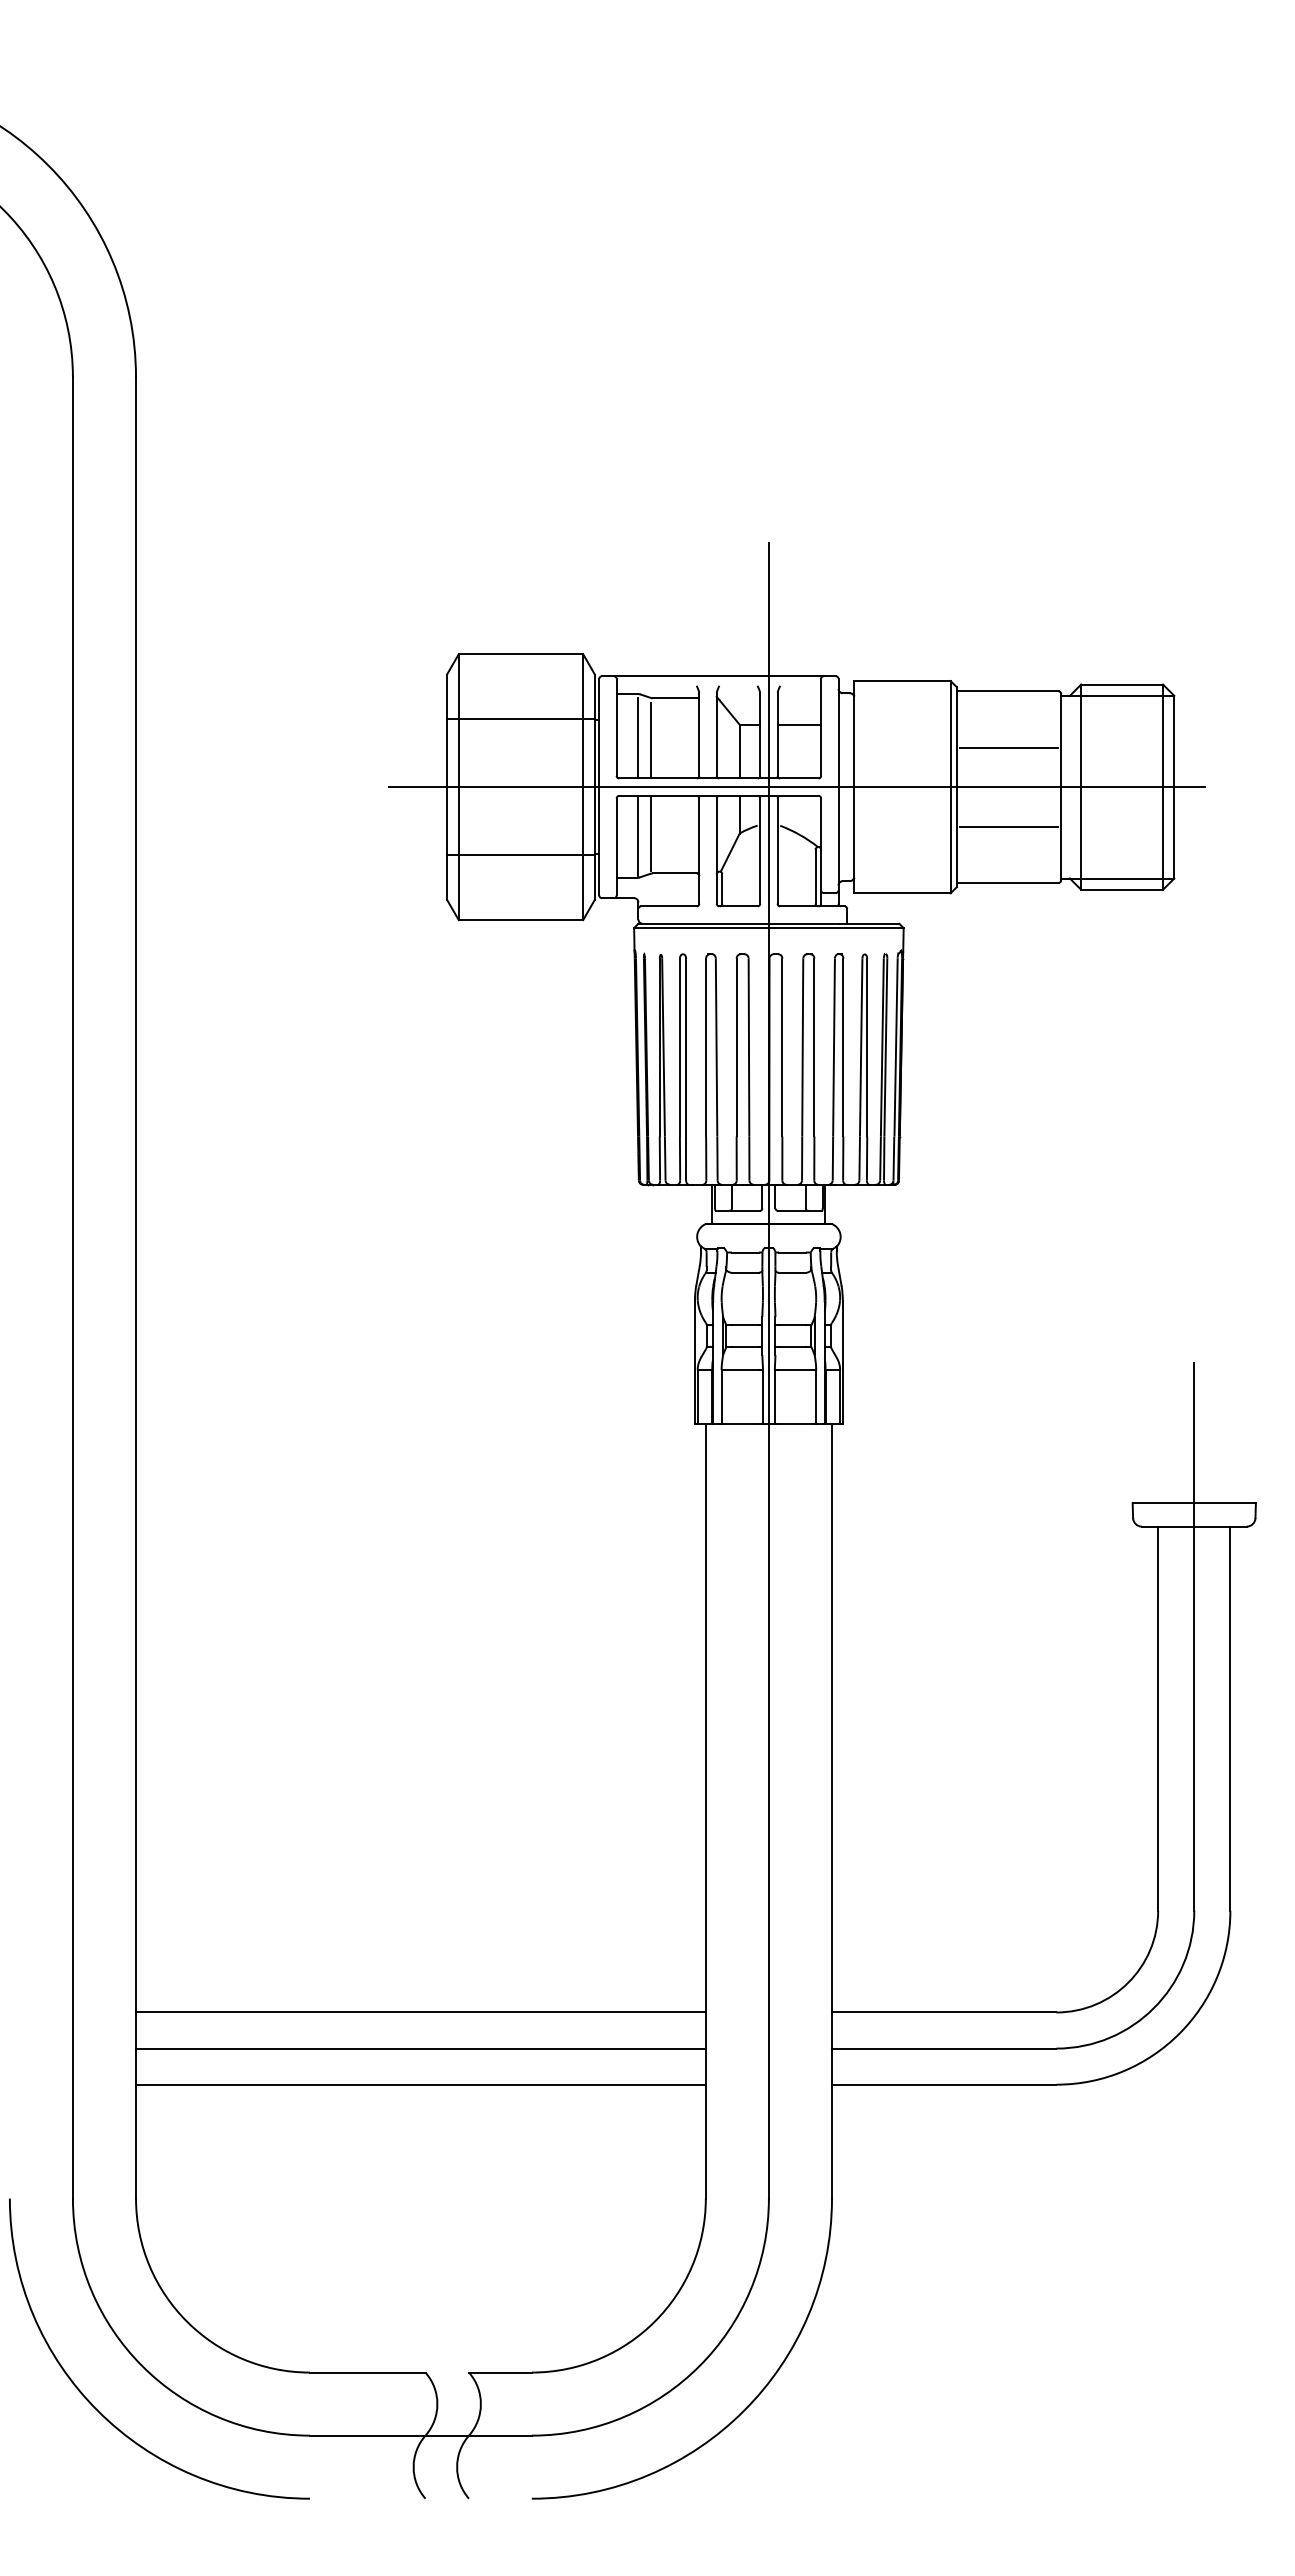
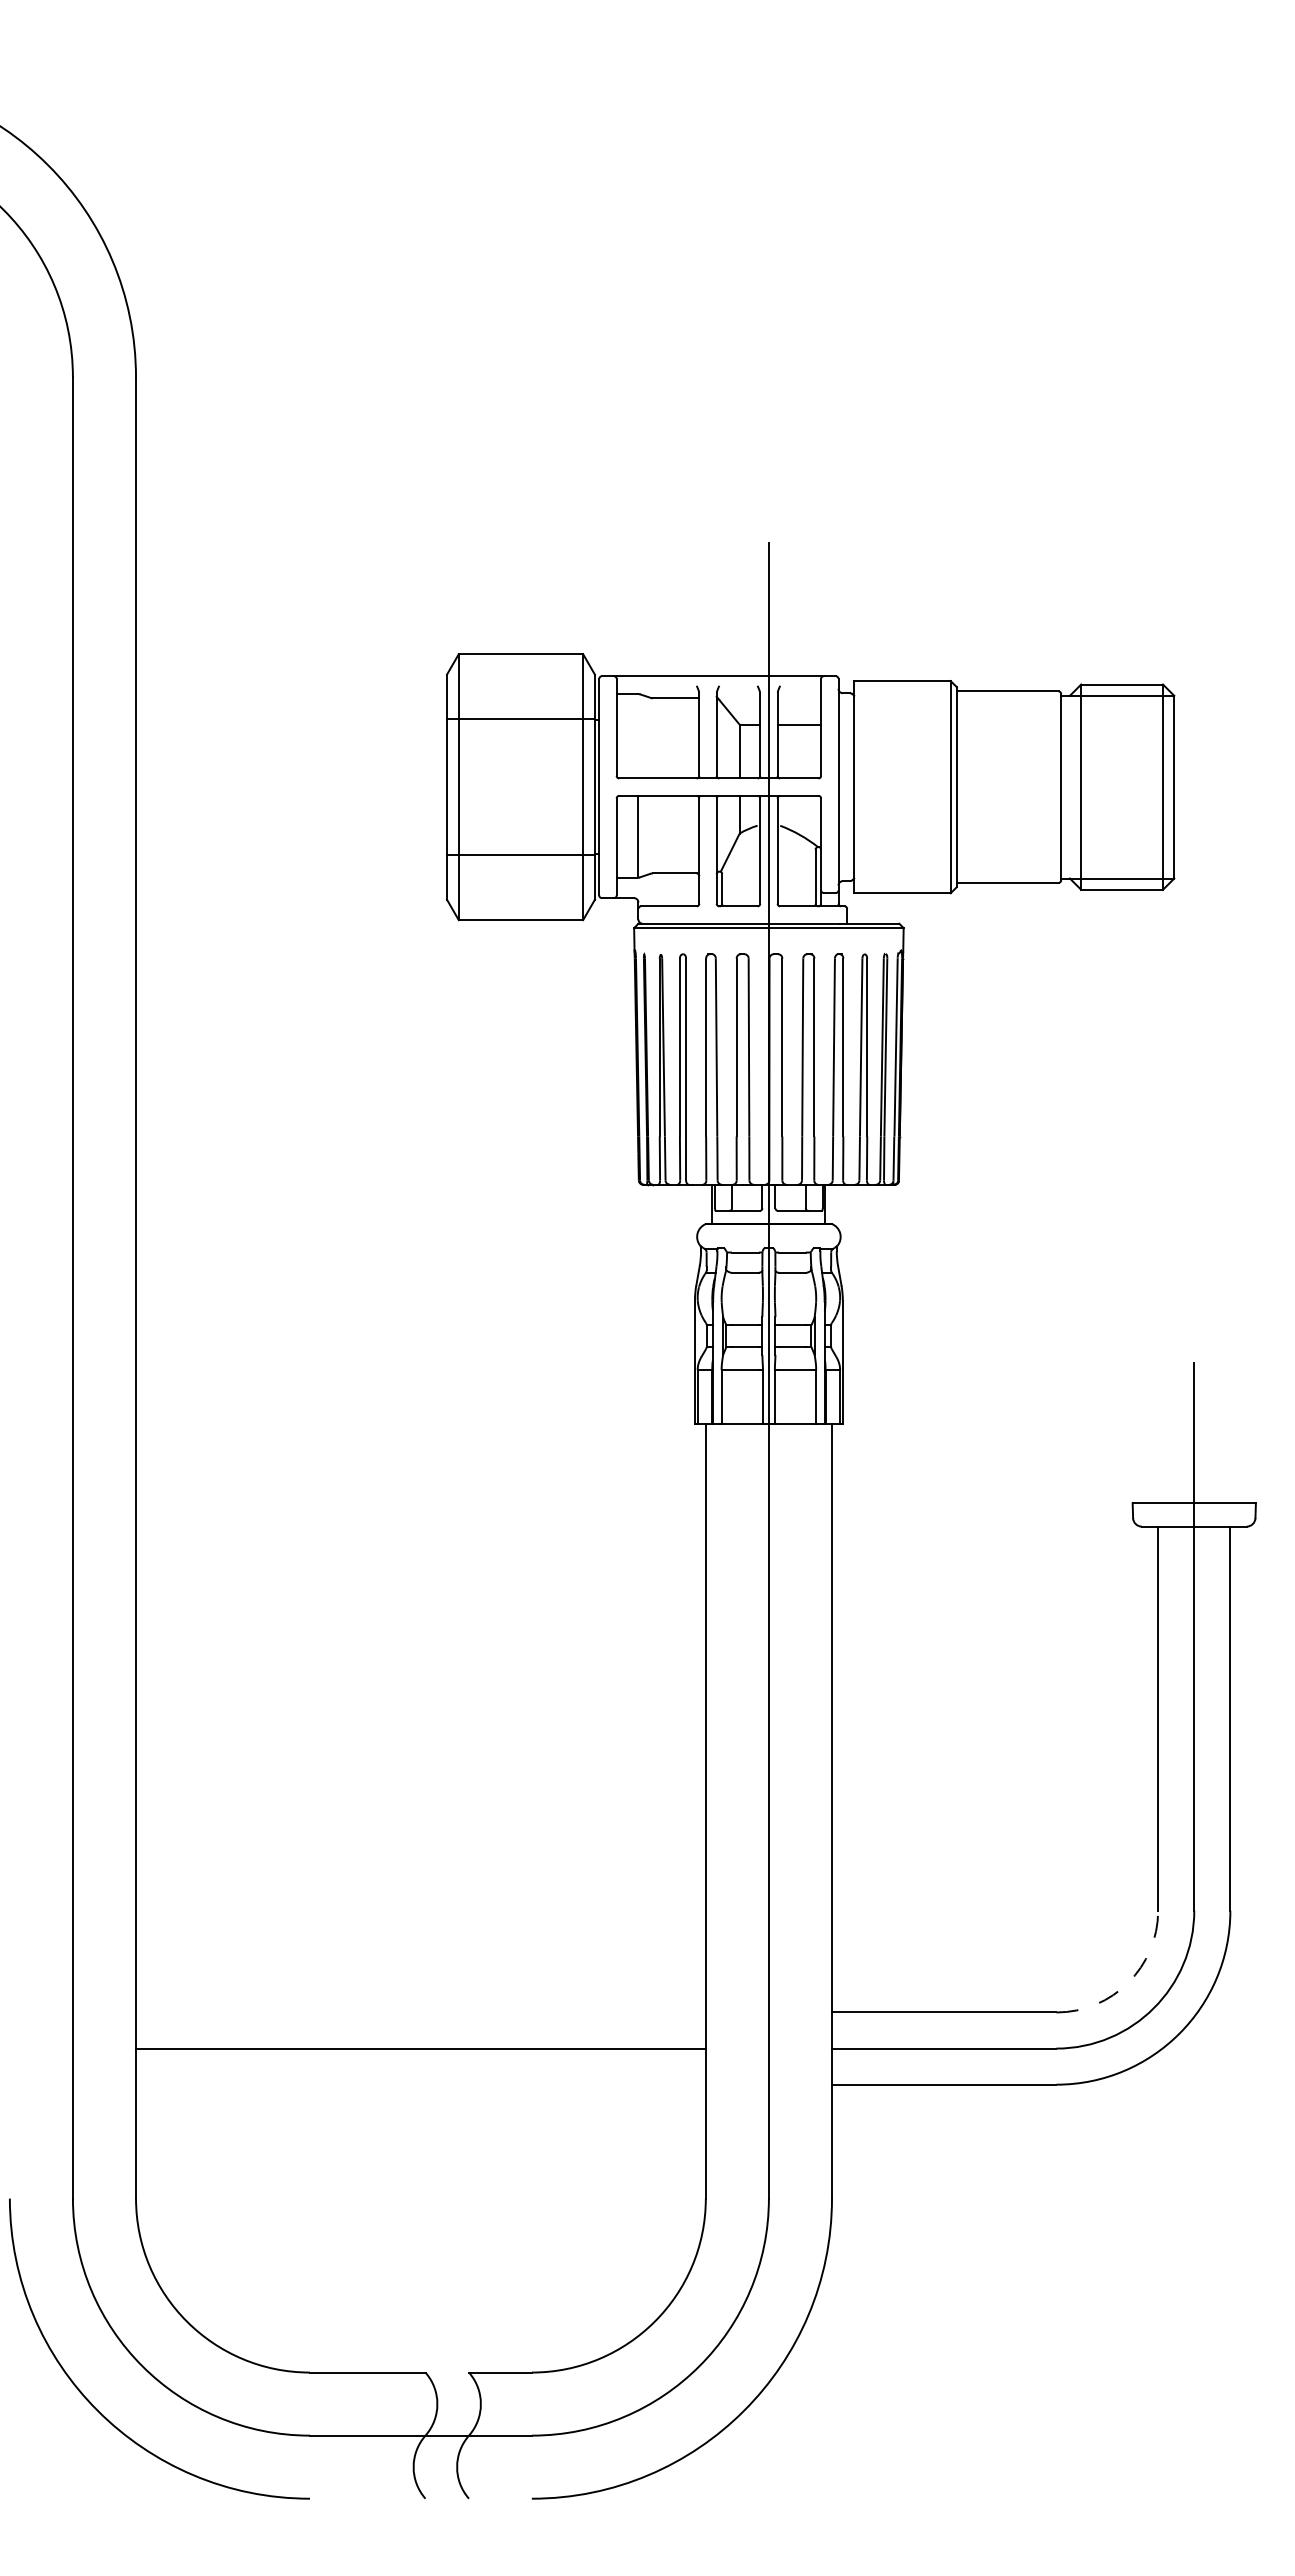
line at (638, 738): present -> none
line at (651, 740): present -> none
line at (1009, 747): present -> none
line at (796, 787): present -> none
line at (1009, 826): present -> none
line at (651, 833): present -> none
arc at (1128, 1982): solid -> dashed
line at (420, 2012): present -> none
line at (420, 2084): present -> none
